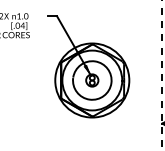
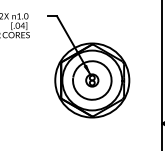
line at (162, 75): dashed -> solid
